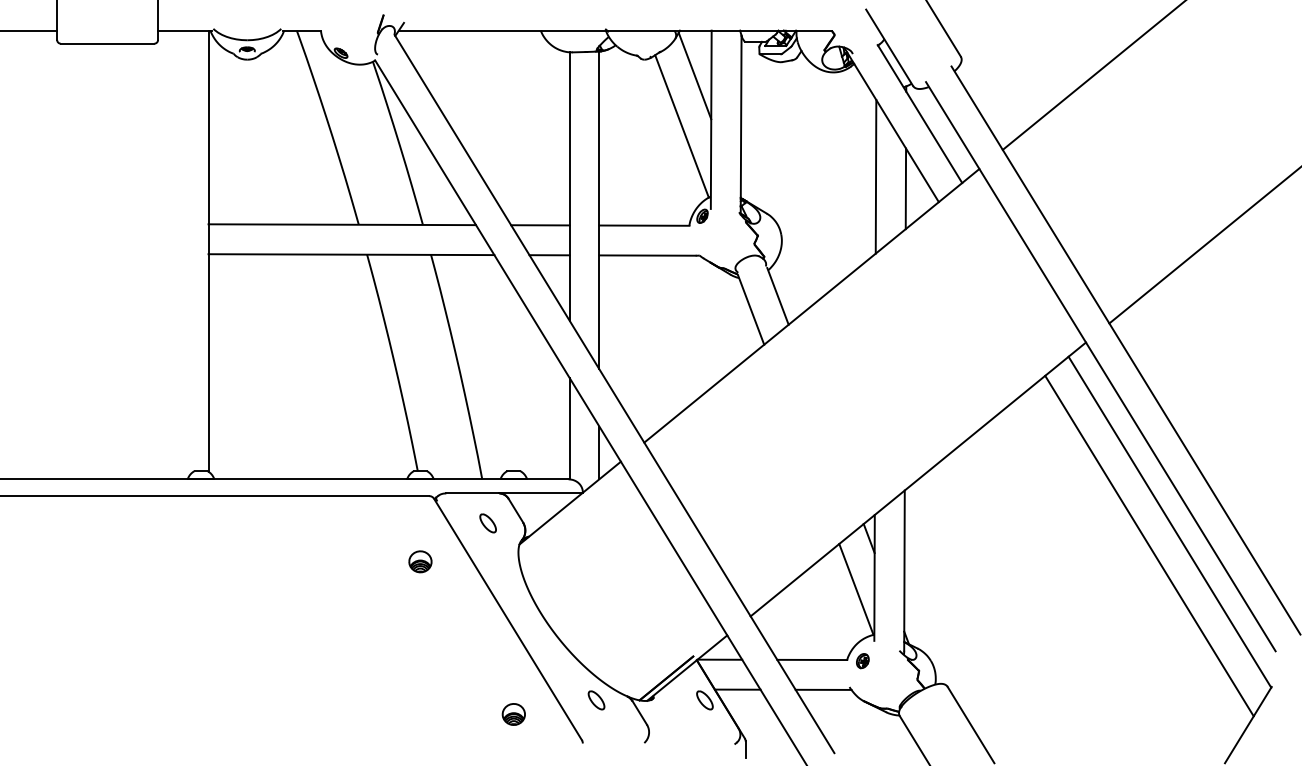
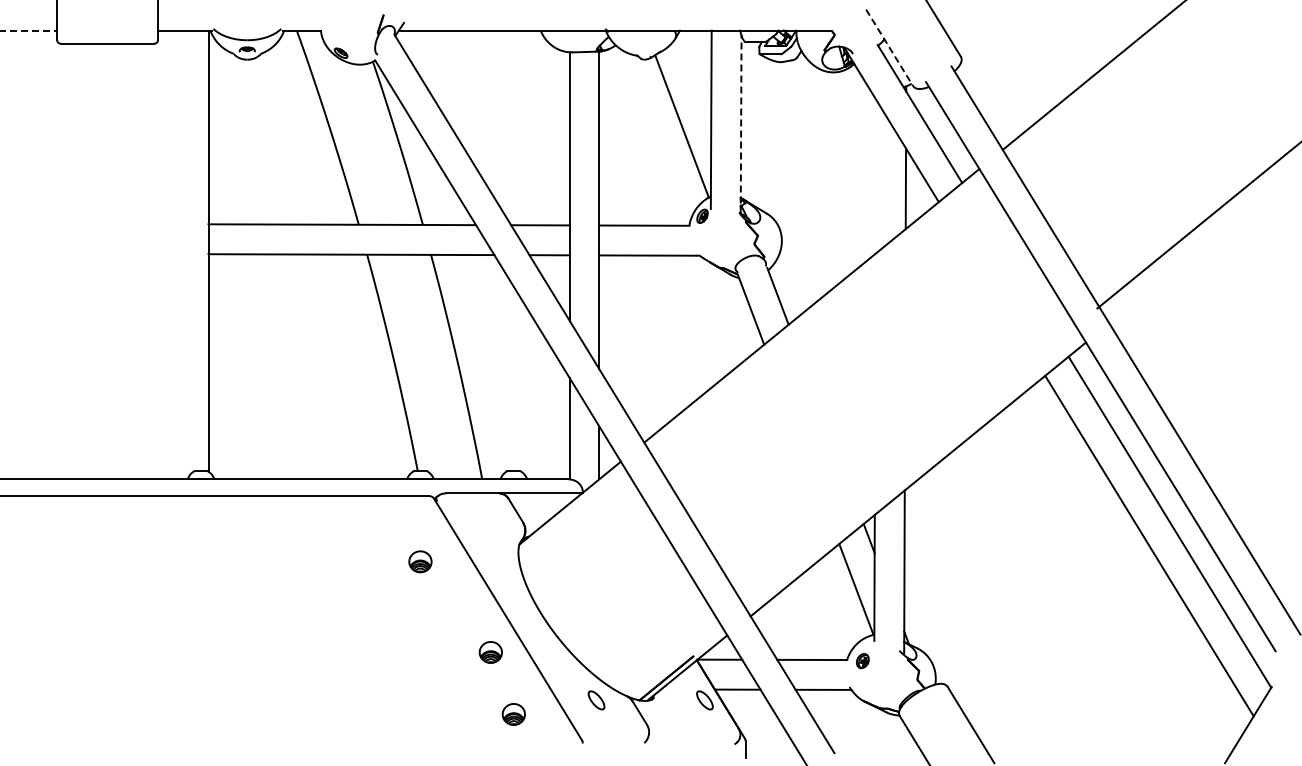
line at (29, 30): solid -> dashed
line at (889, 47): solid -> dashed
line at (694, 75): present -> none
line at (741, 124): solid -> dashed
line at (875, 176): present -> none
line at (1203, 245) position: (1203, 245) -> (1197, 226)
part at (487, 523): present -> none
part at (490, 652): none -> present
